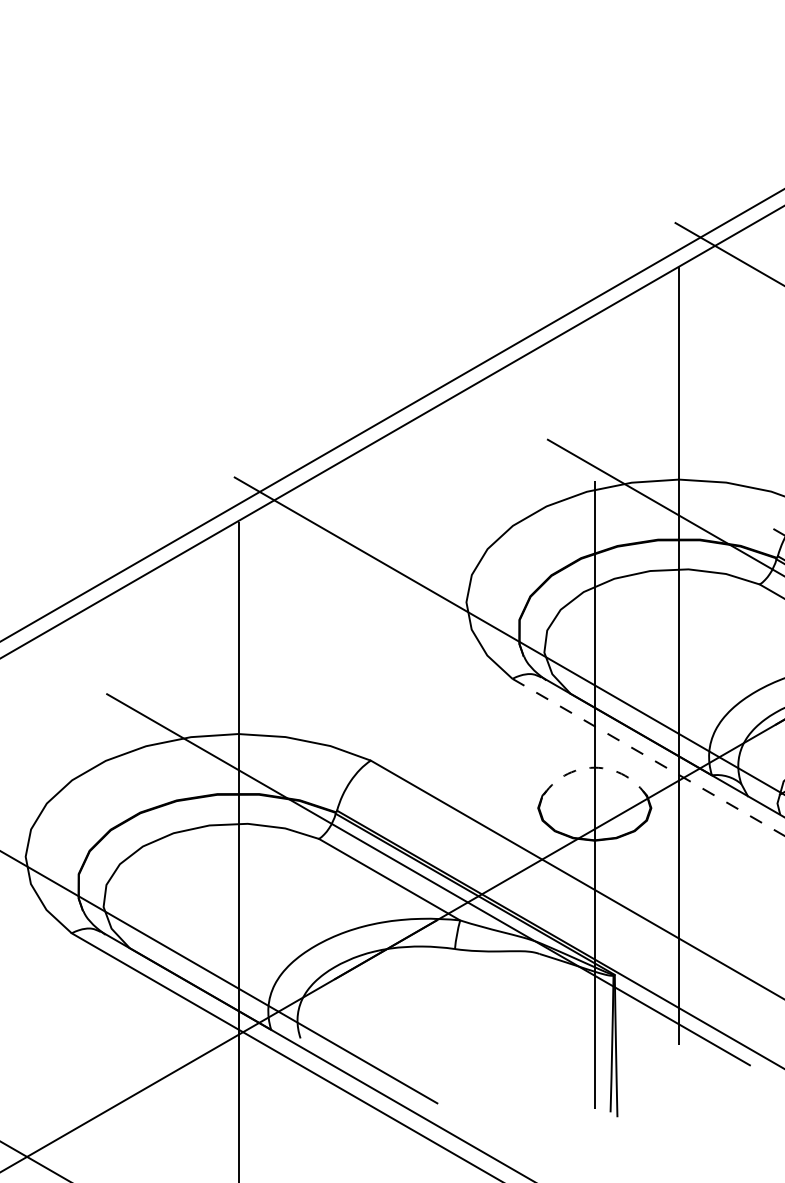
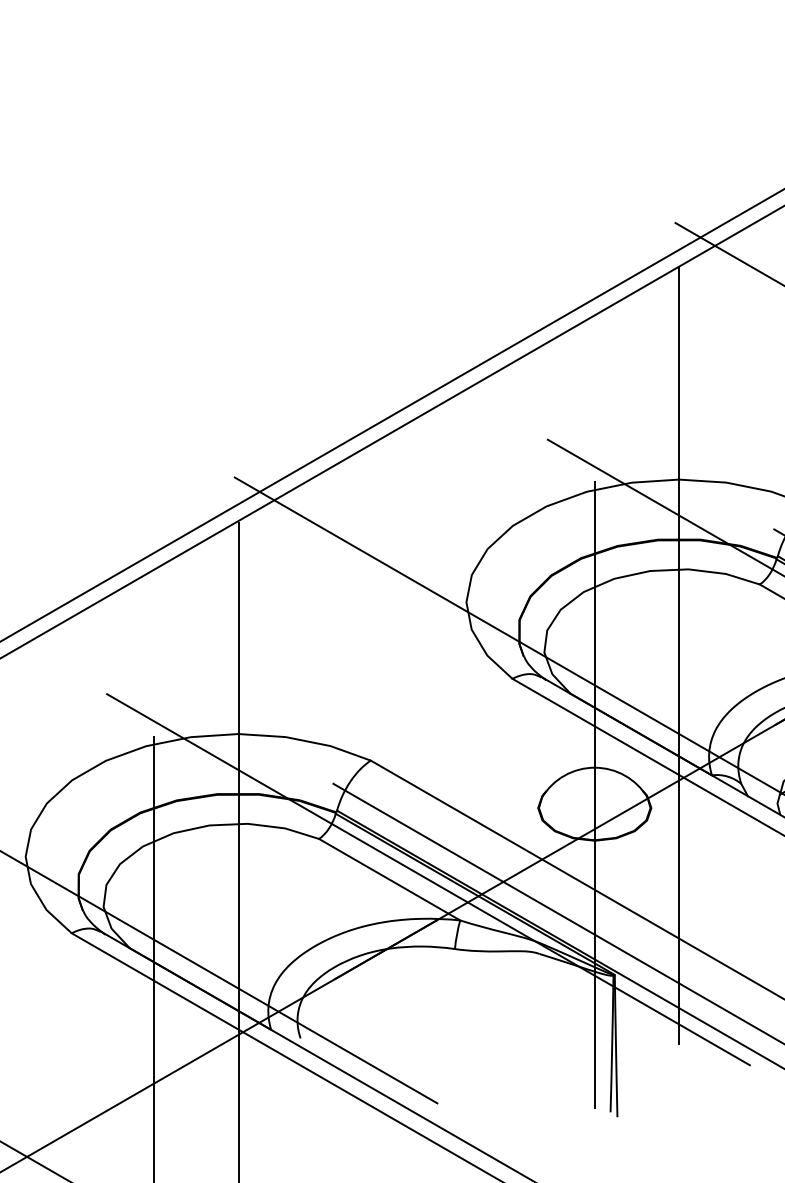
line at (648, 757): dashed -> solid
arc at (594, 767): dashed -> solid
line at (556, 912): none -> present
line at (154, 957): none -> present
